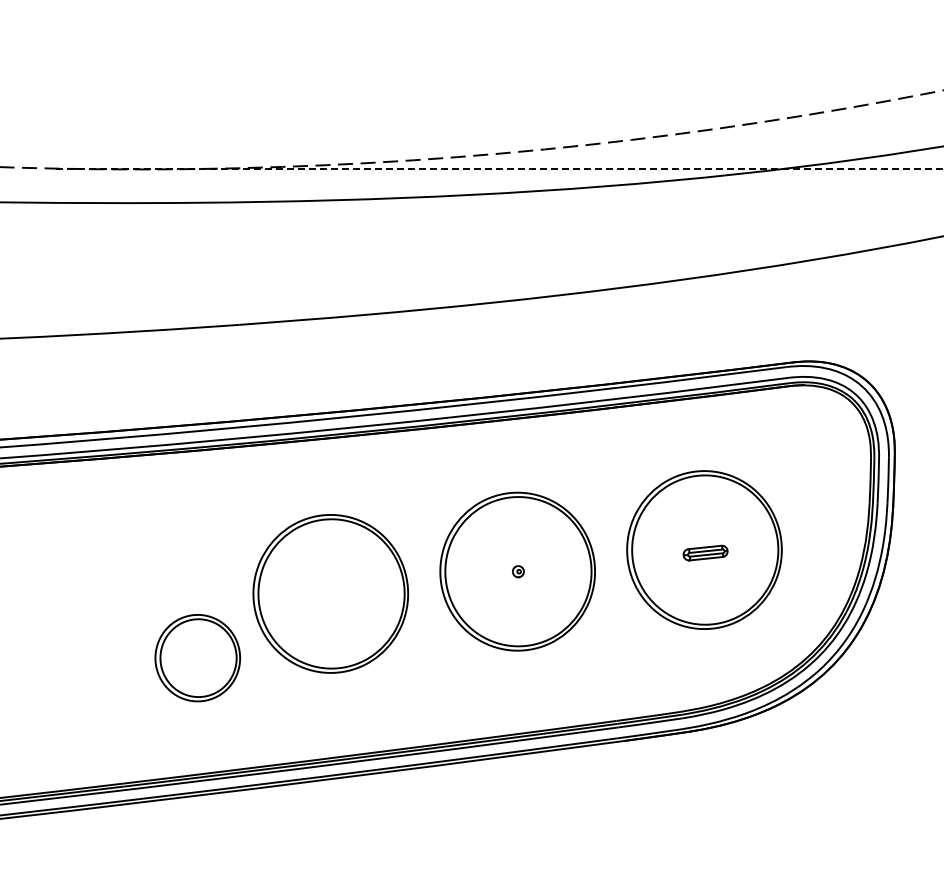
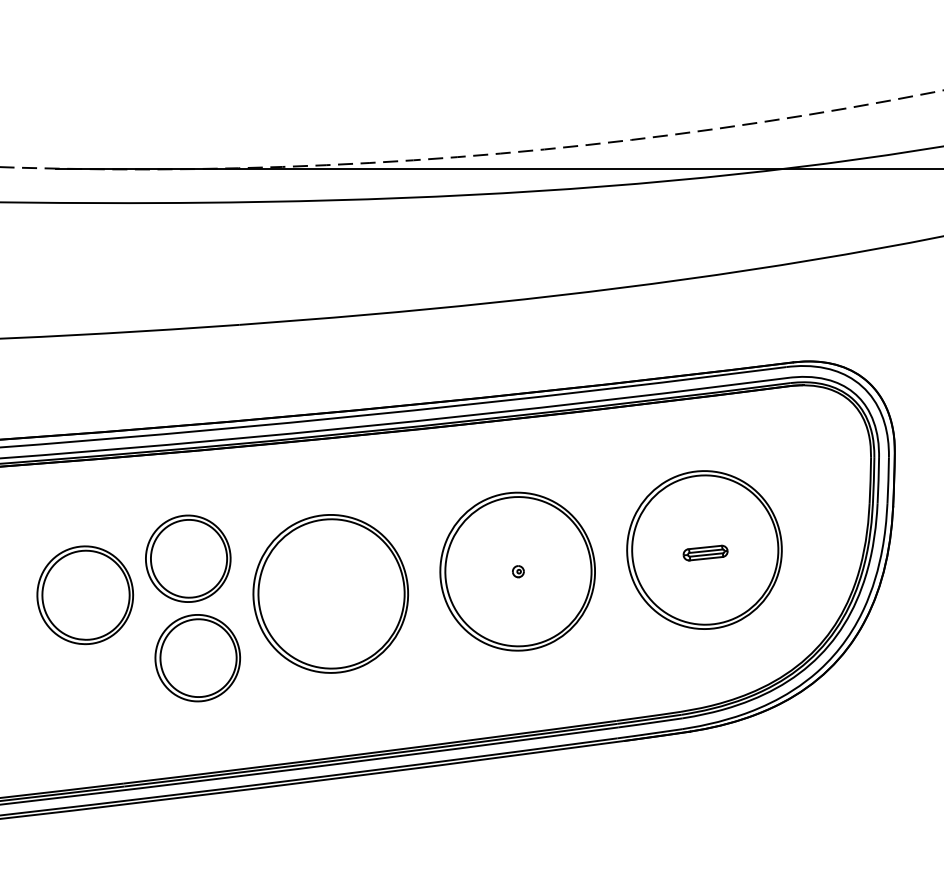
line at (499, 169): dashed -> solid
part at (188, 558): none -> present
part at (85, 595): none -> present
